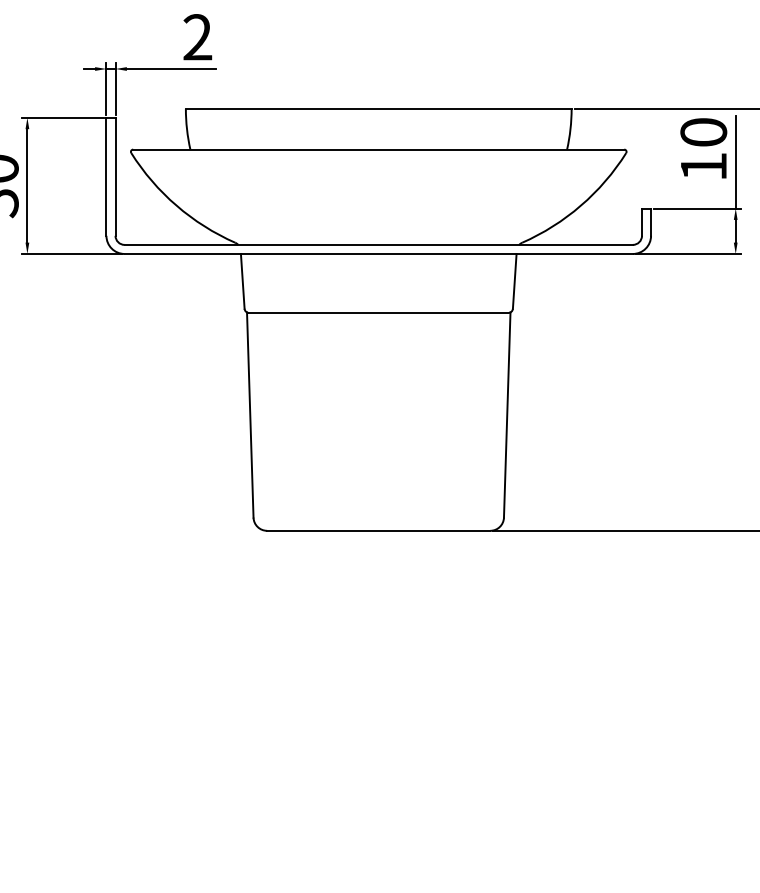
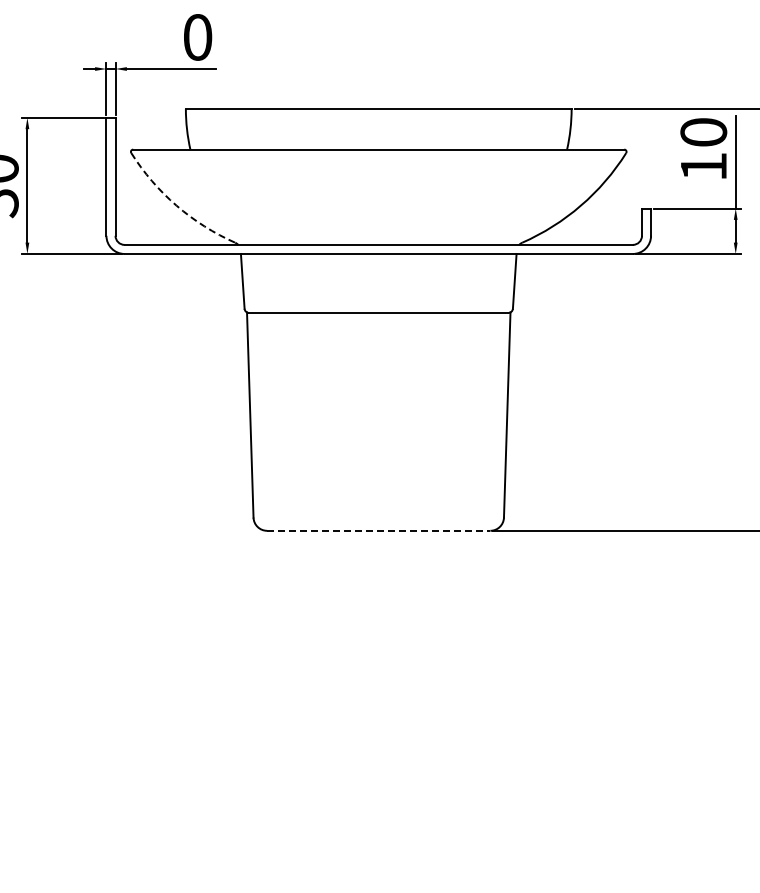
text at (197, 37): 2 -> 0
arc at (176, 205): solid -> dashed
line at (378, 530): solid -> dashed
